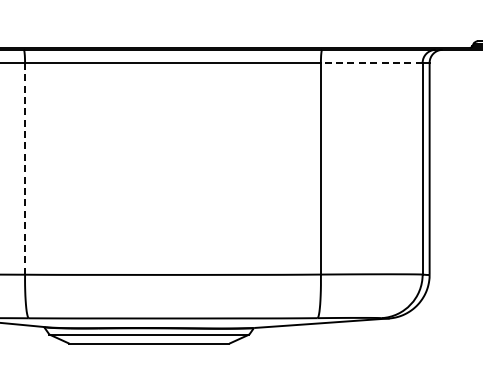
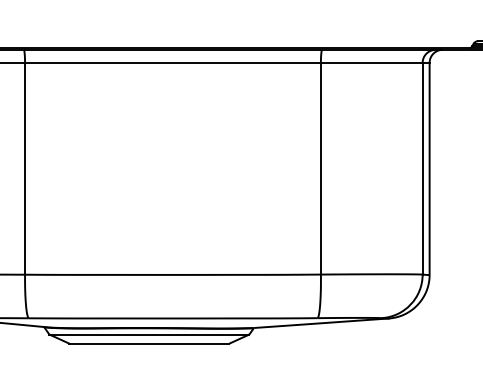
line at (371, 62): dashed -> solid
line at (25, 168): dashed -> solid
